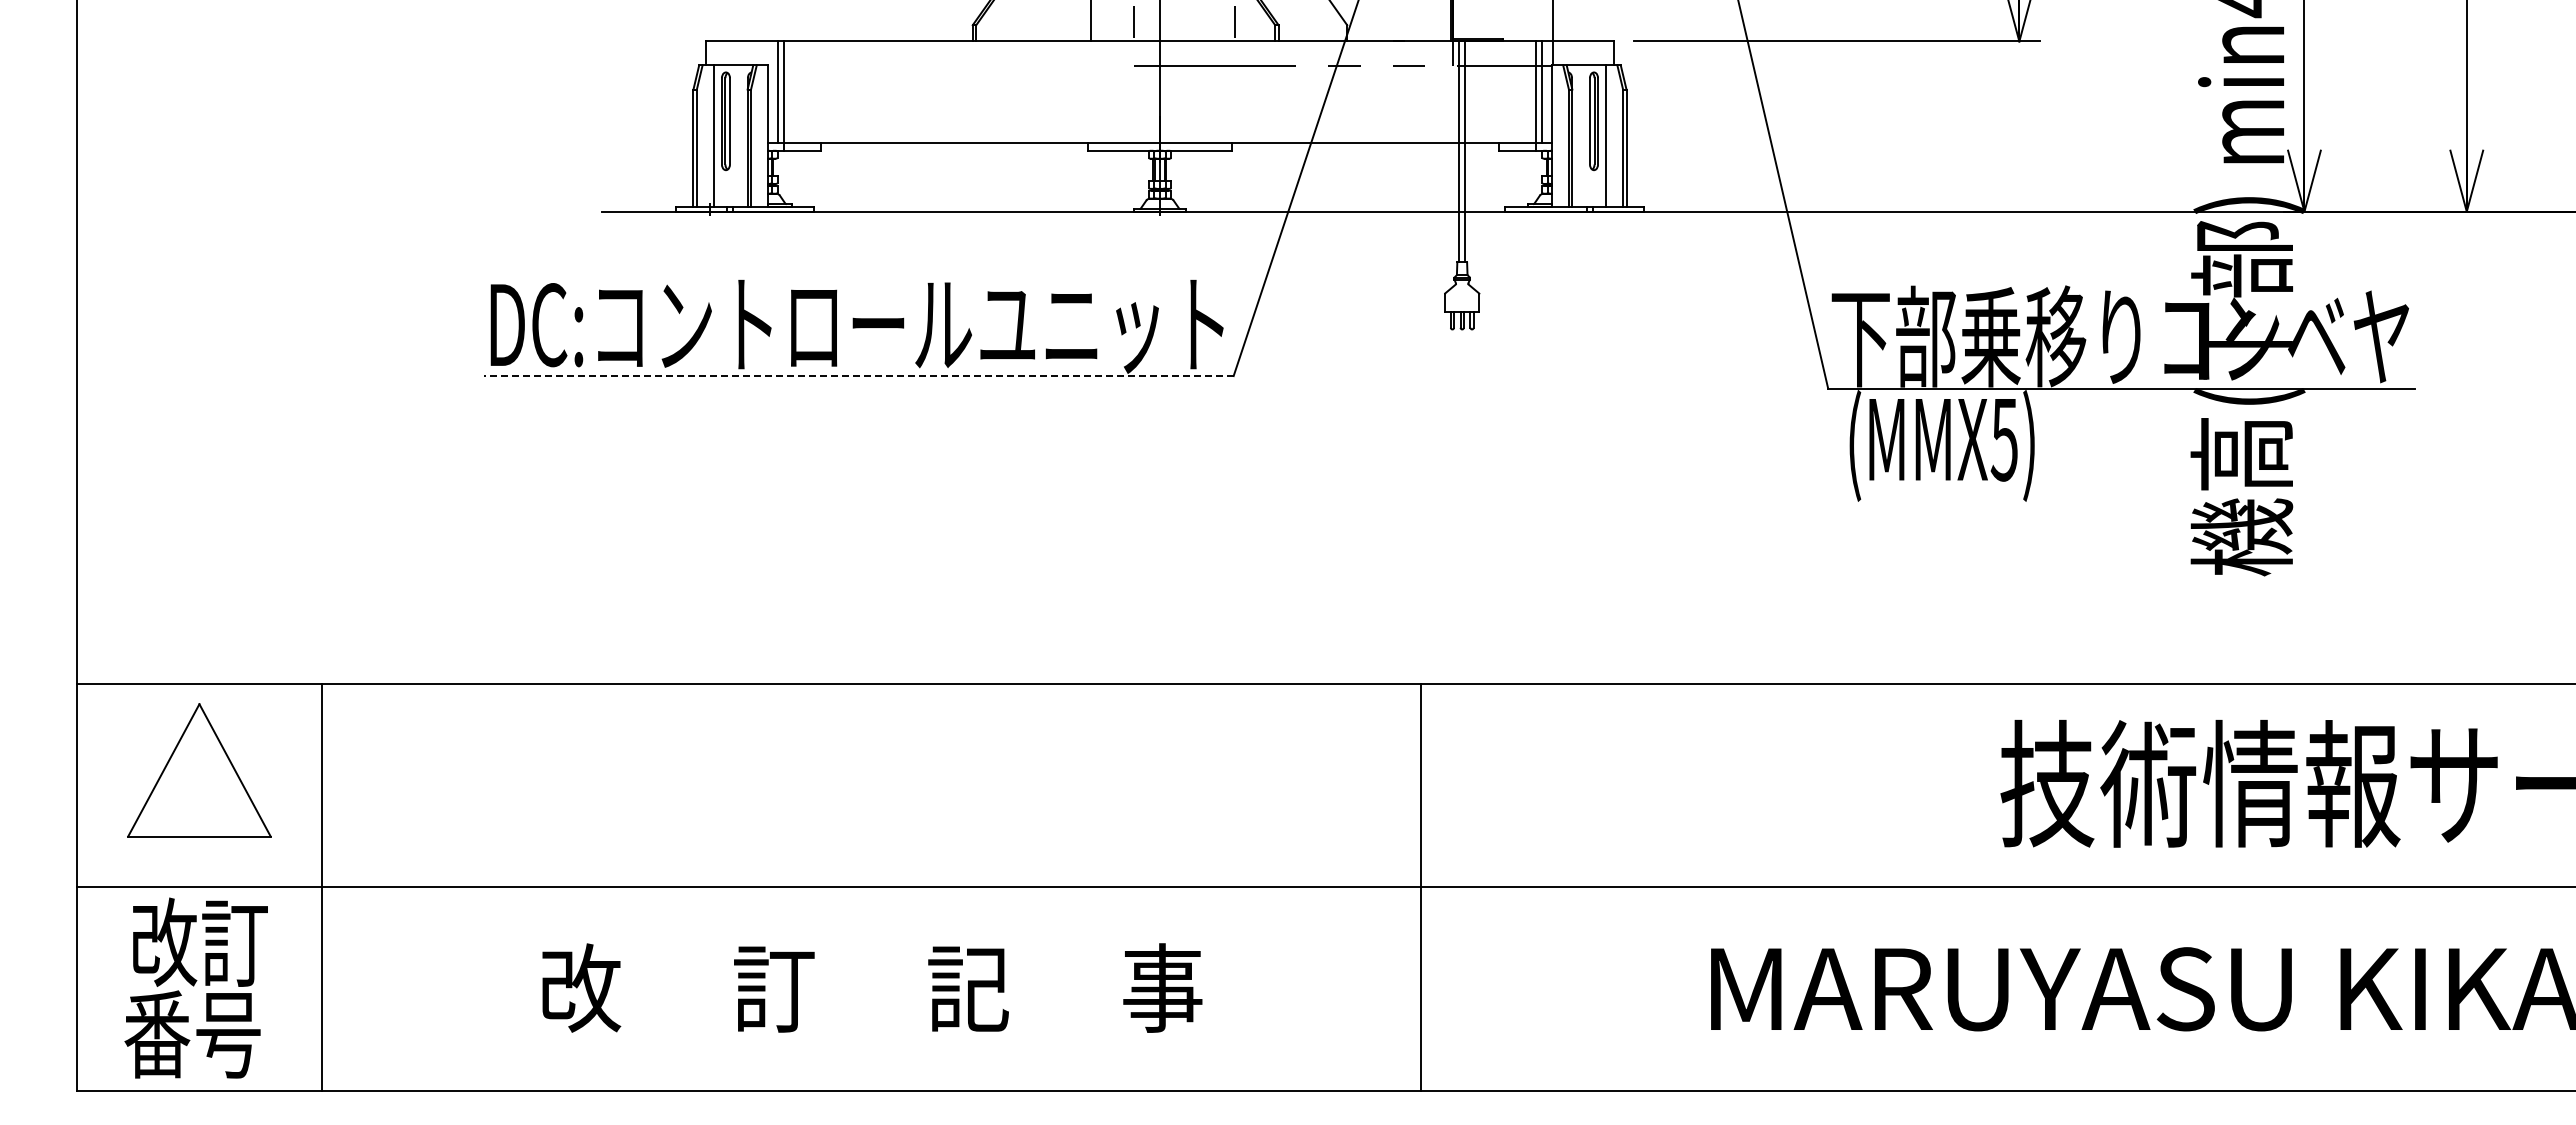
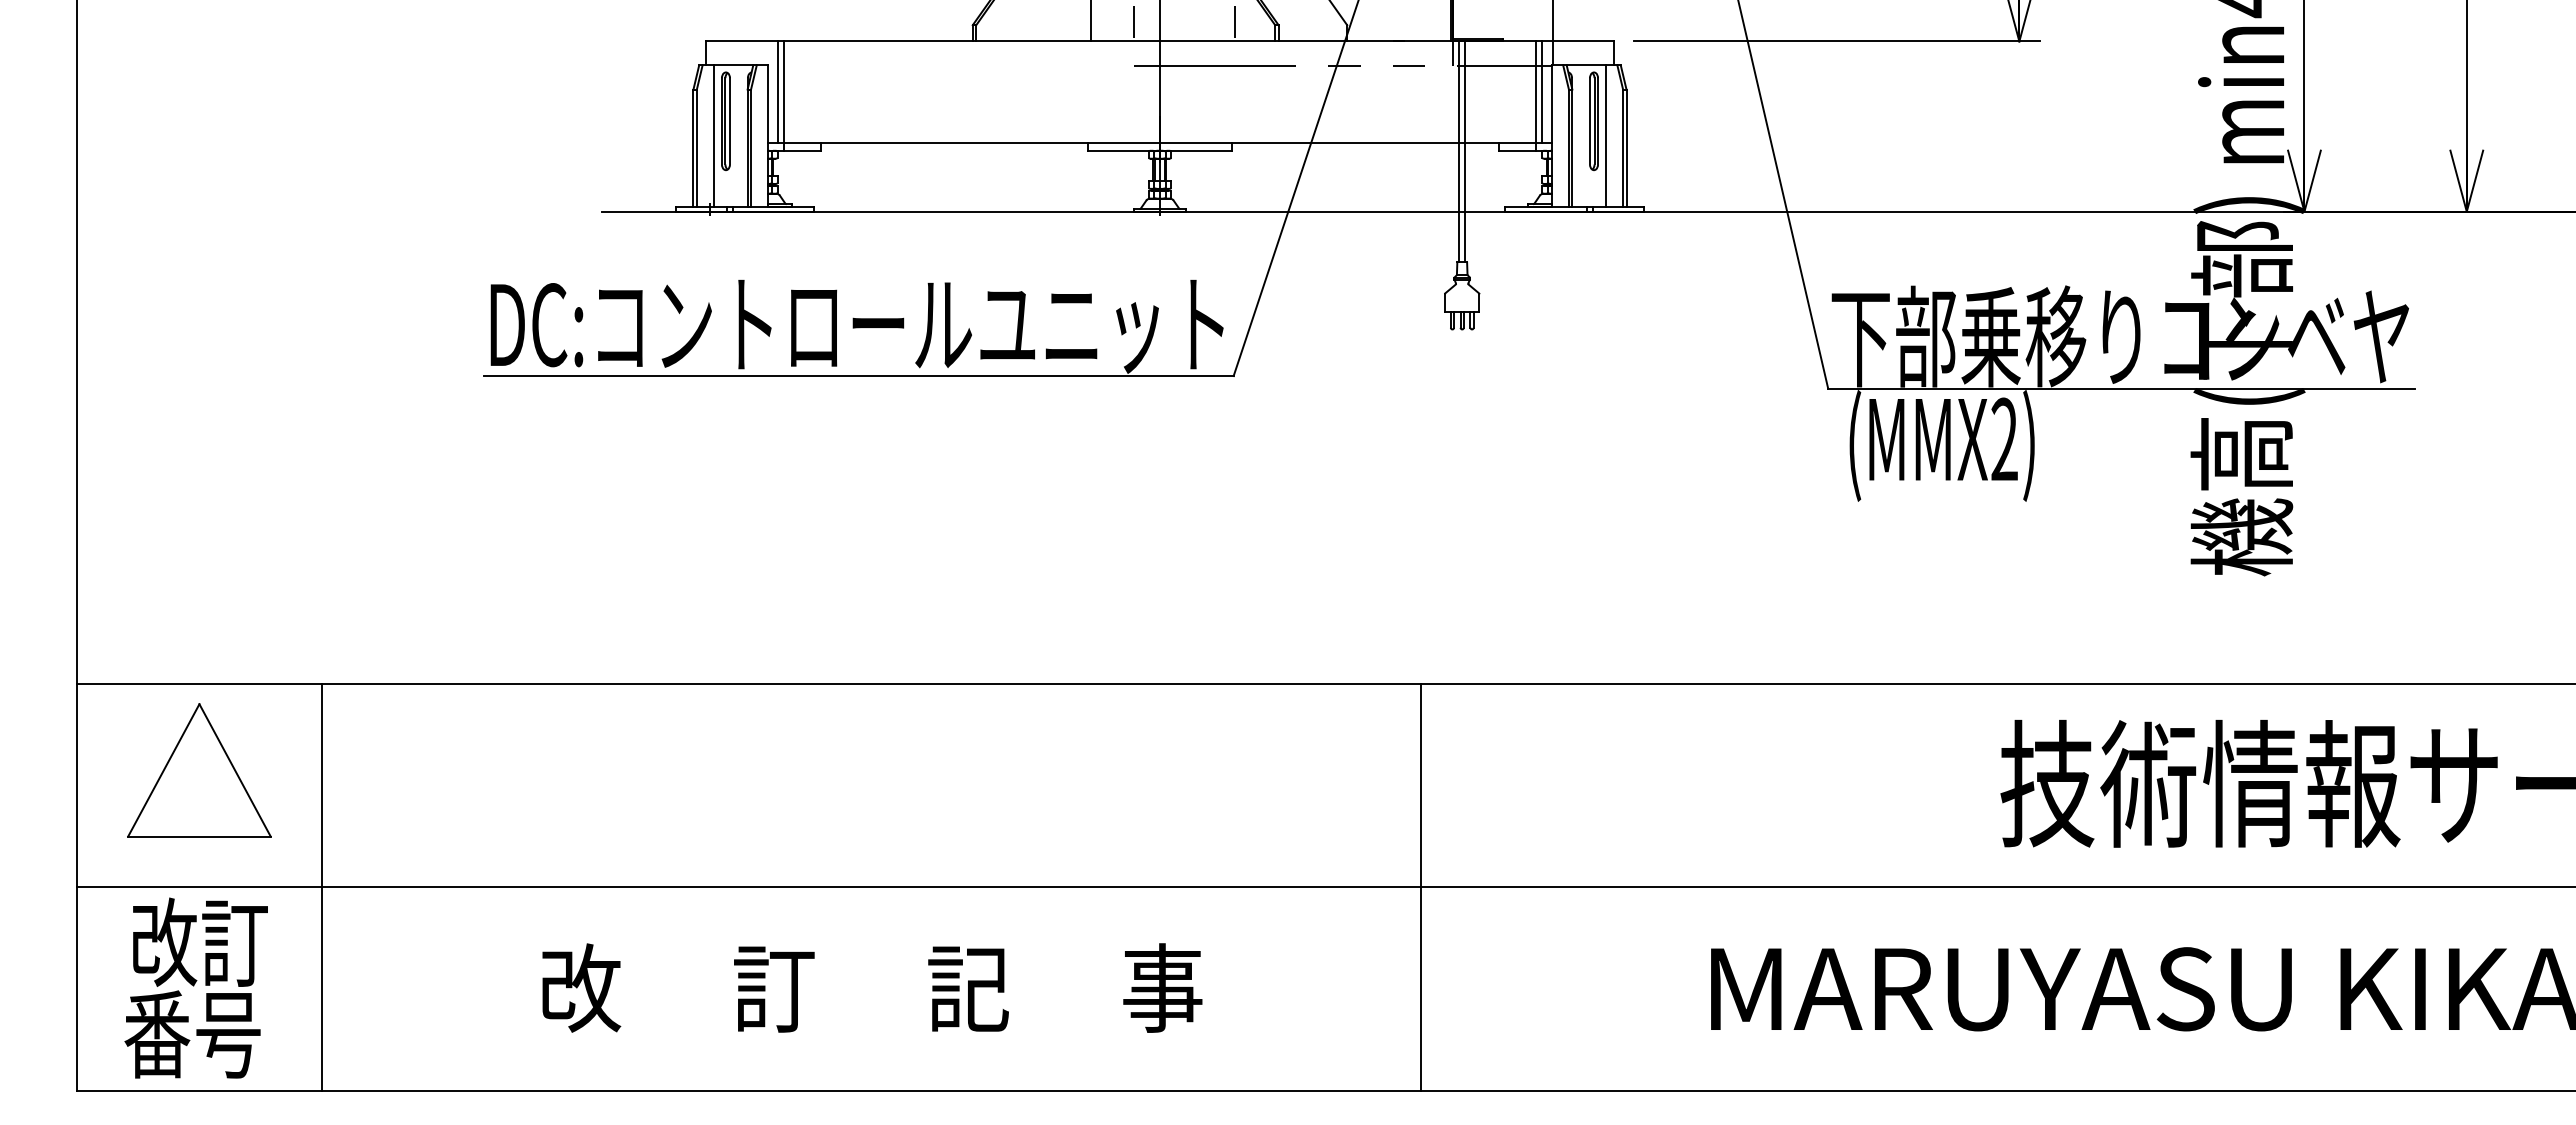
line at (858, 376): dashed -> solid
text at (2003, 439): (MMX5) -> (MMX2)
